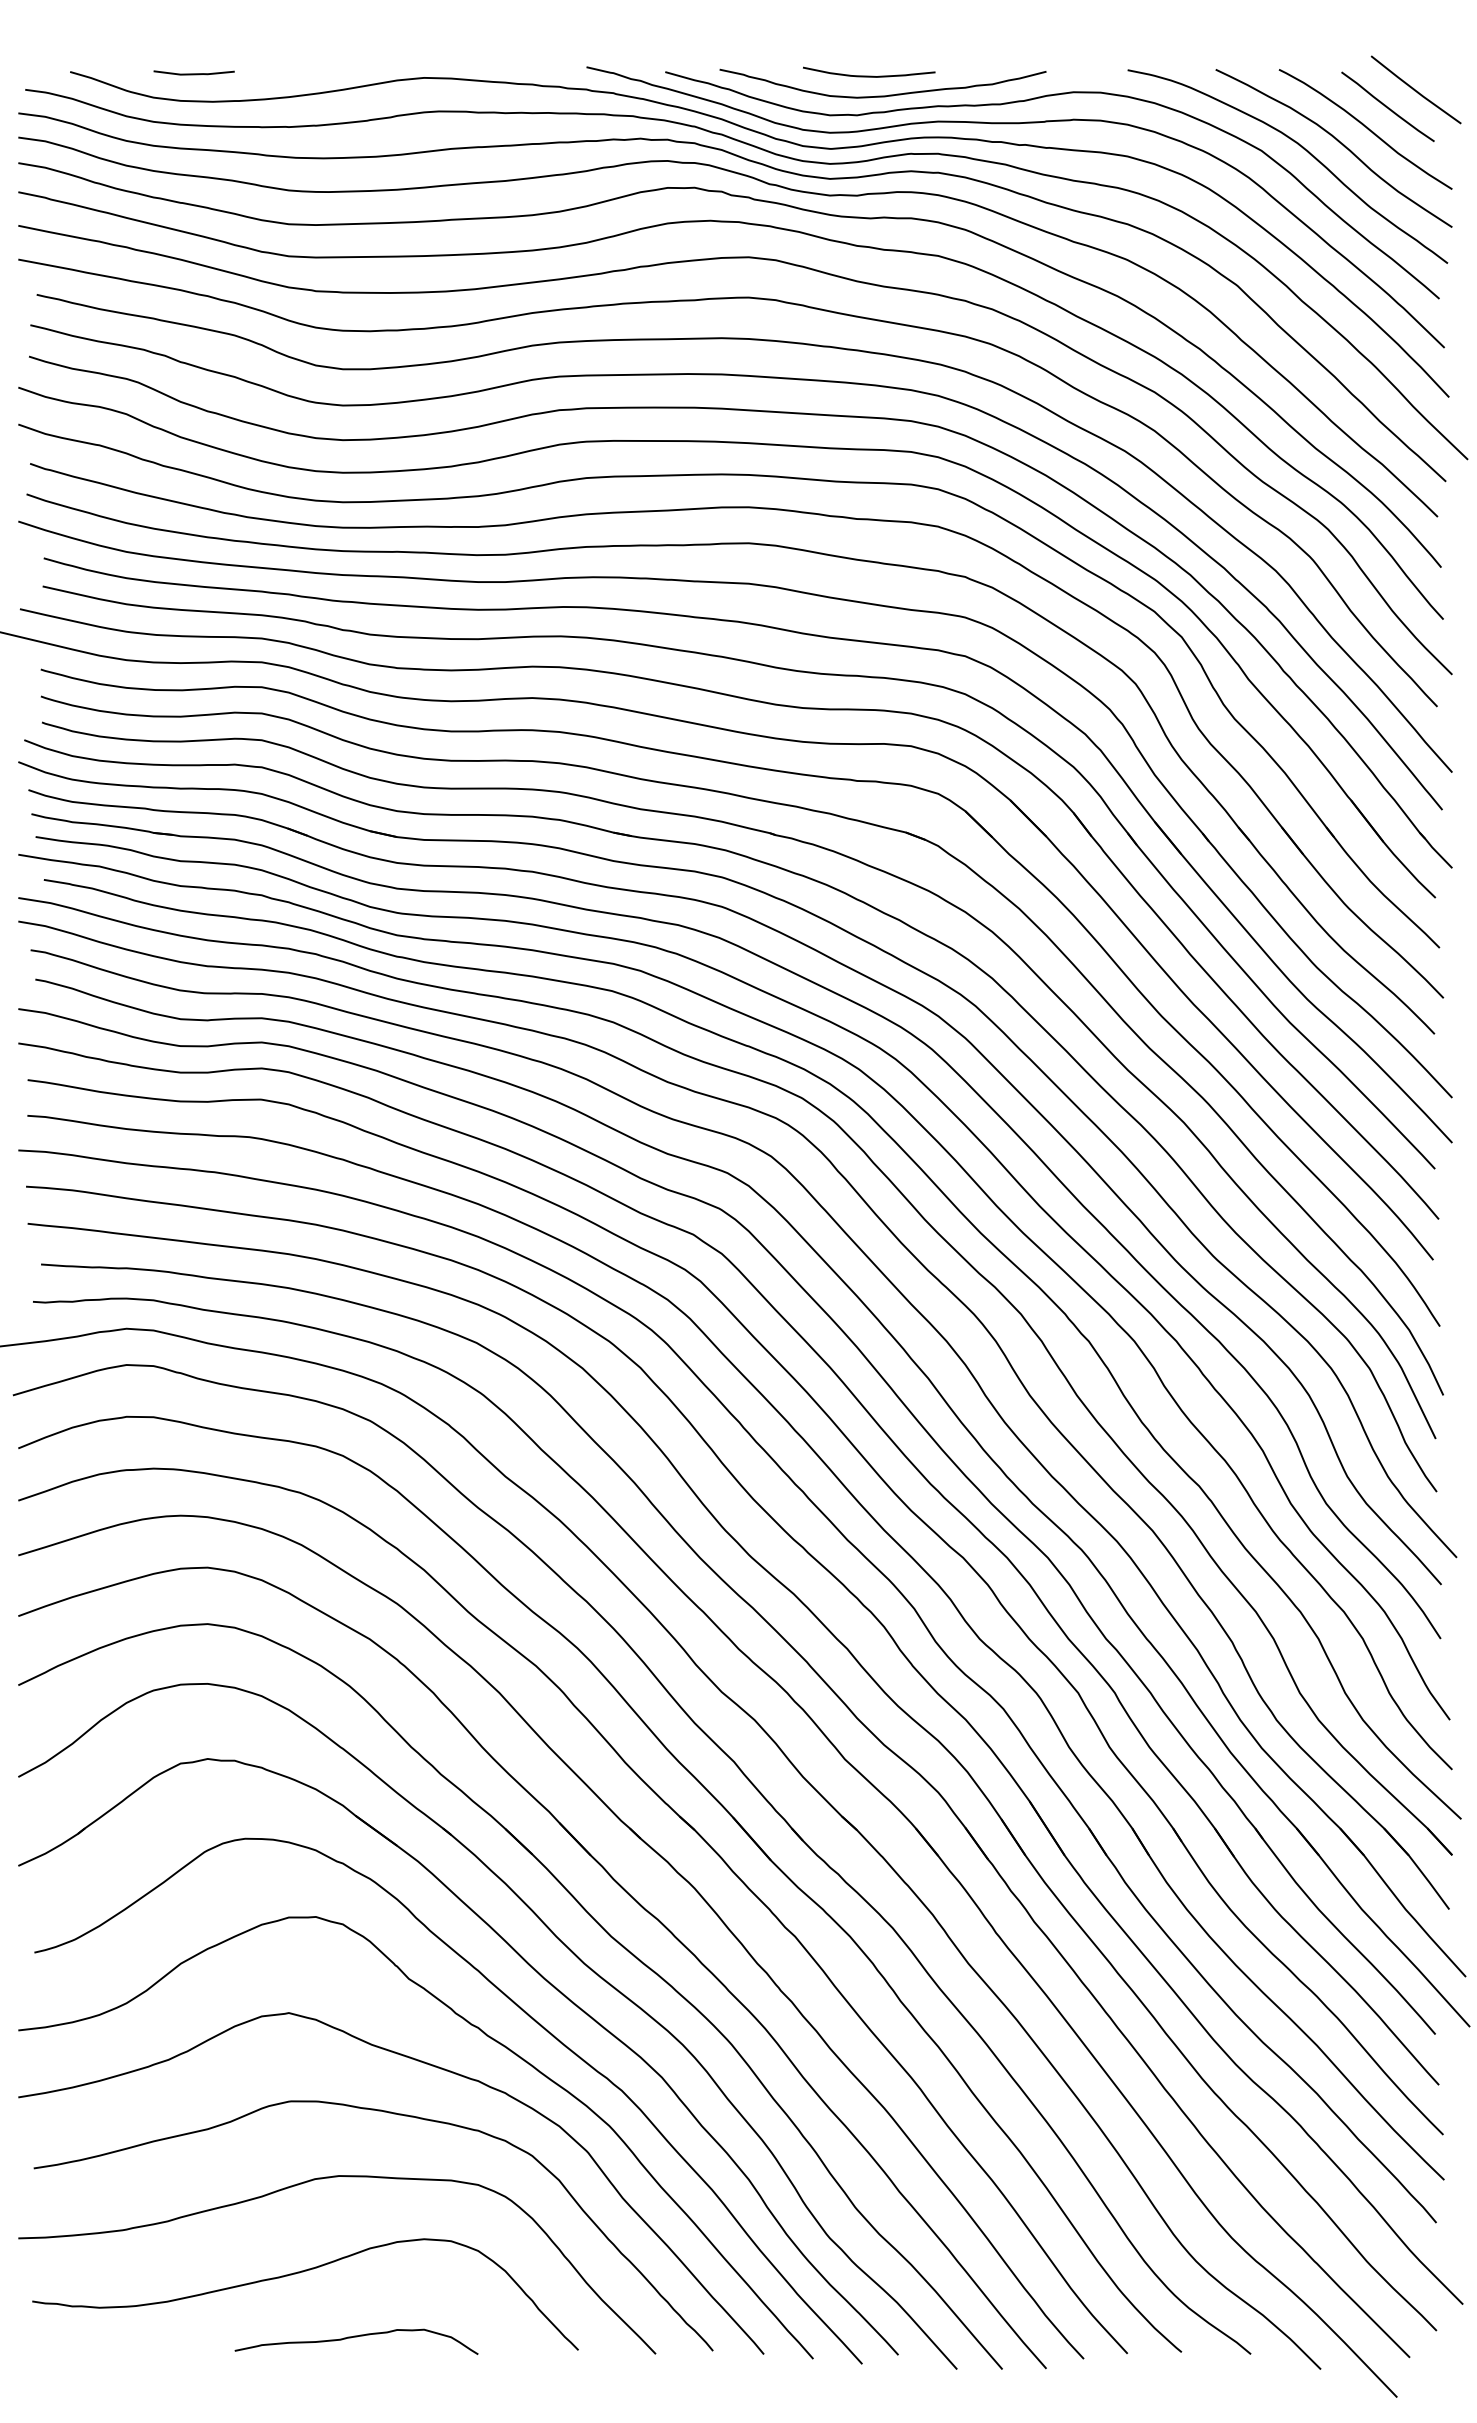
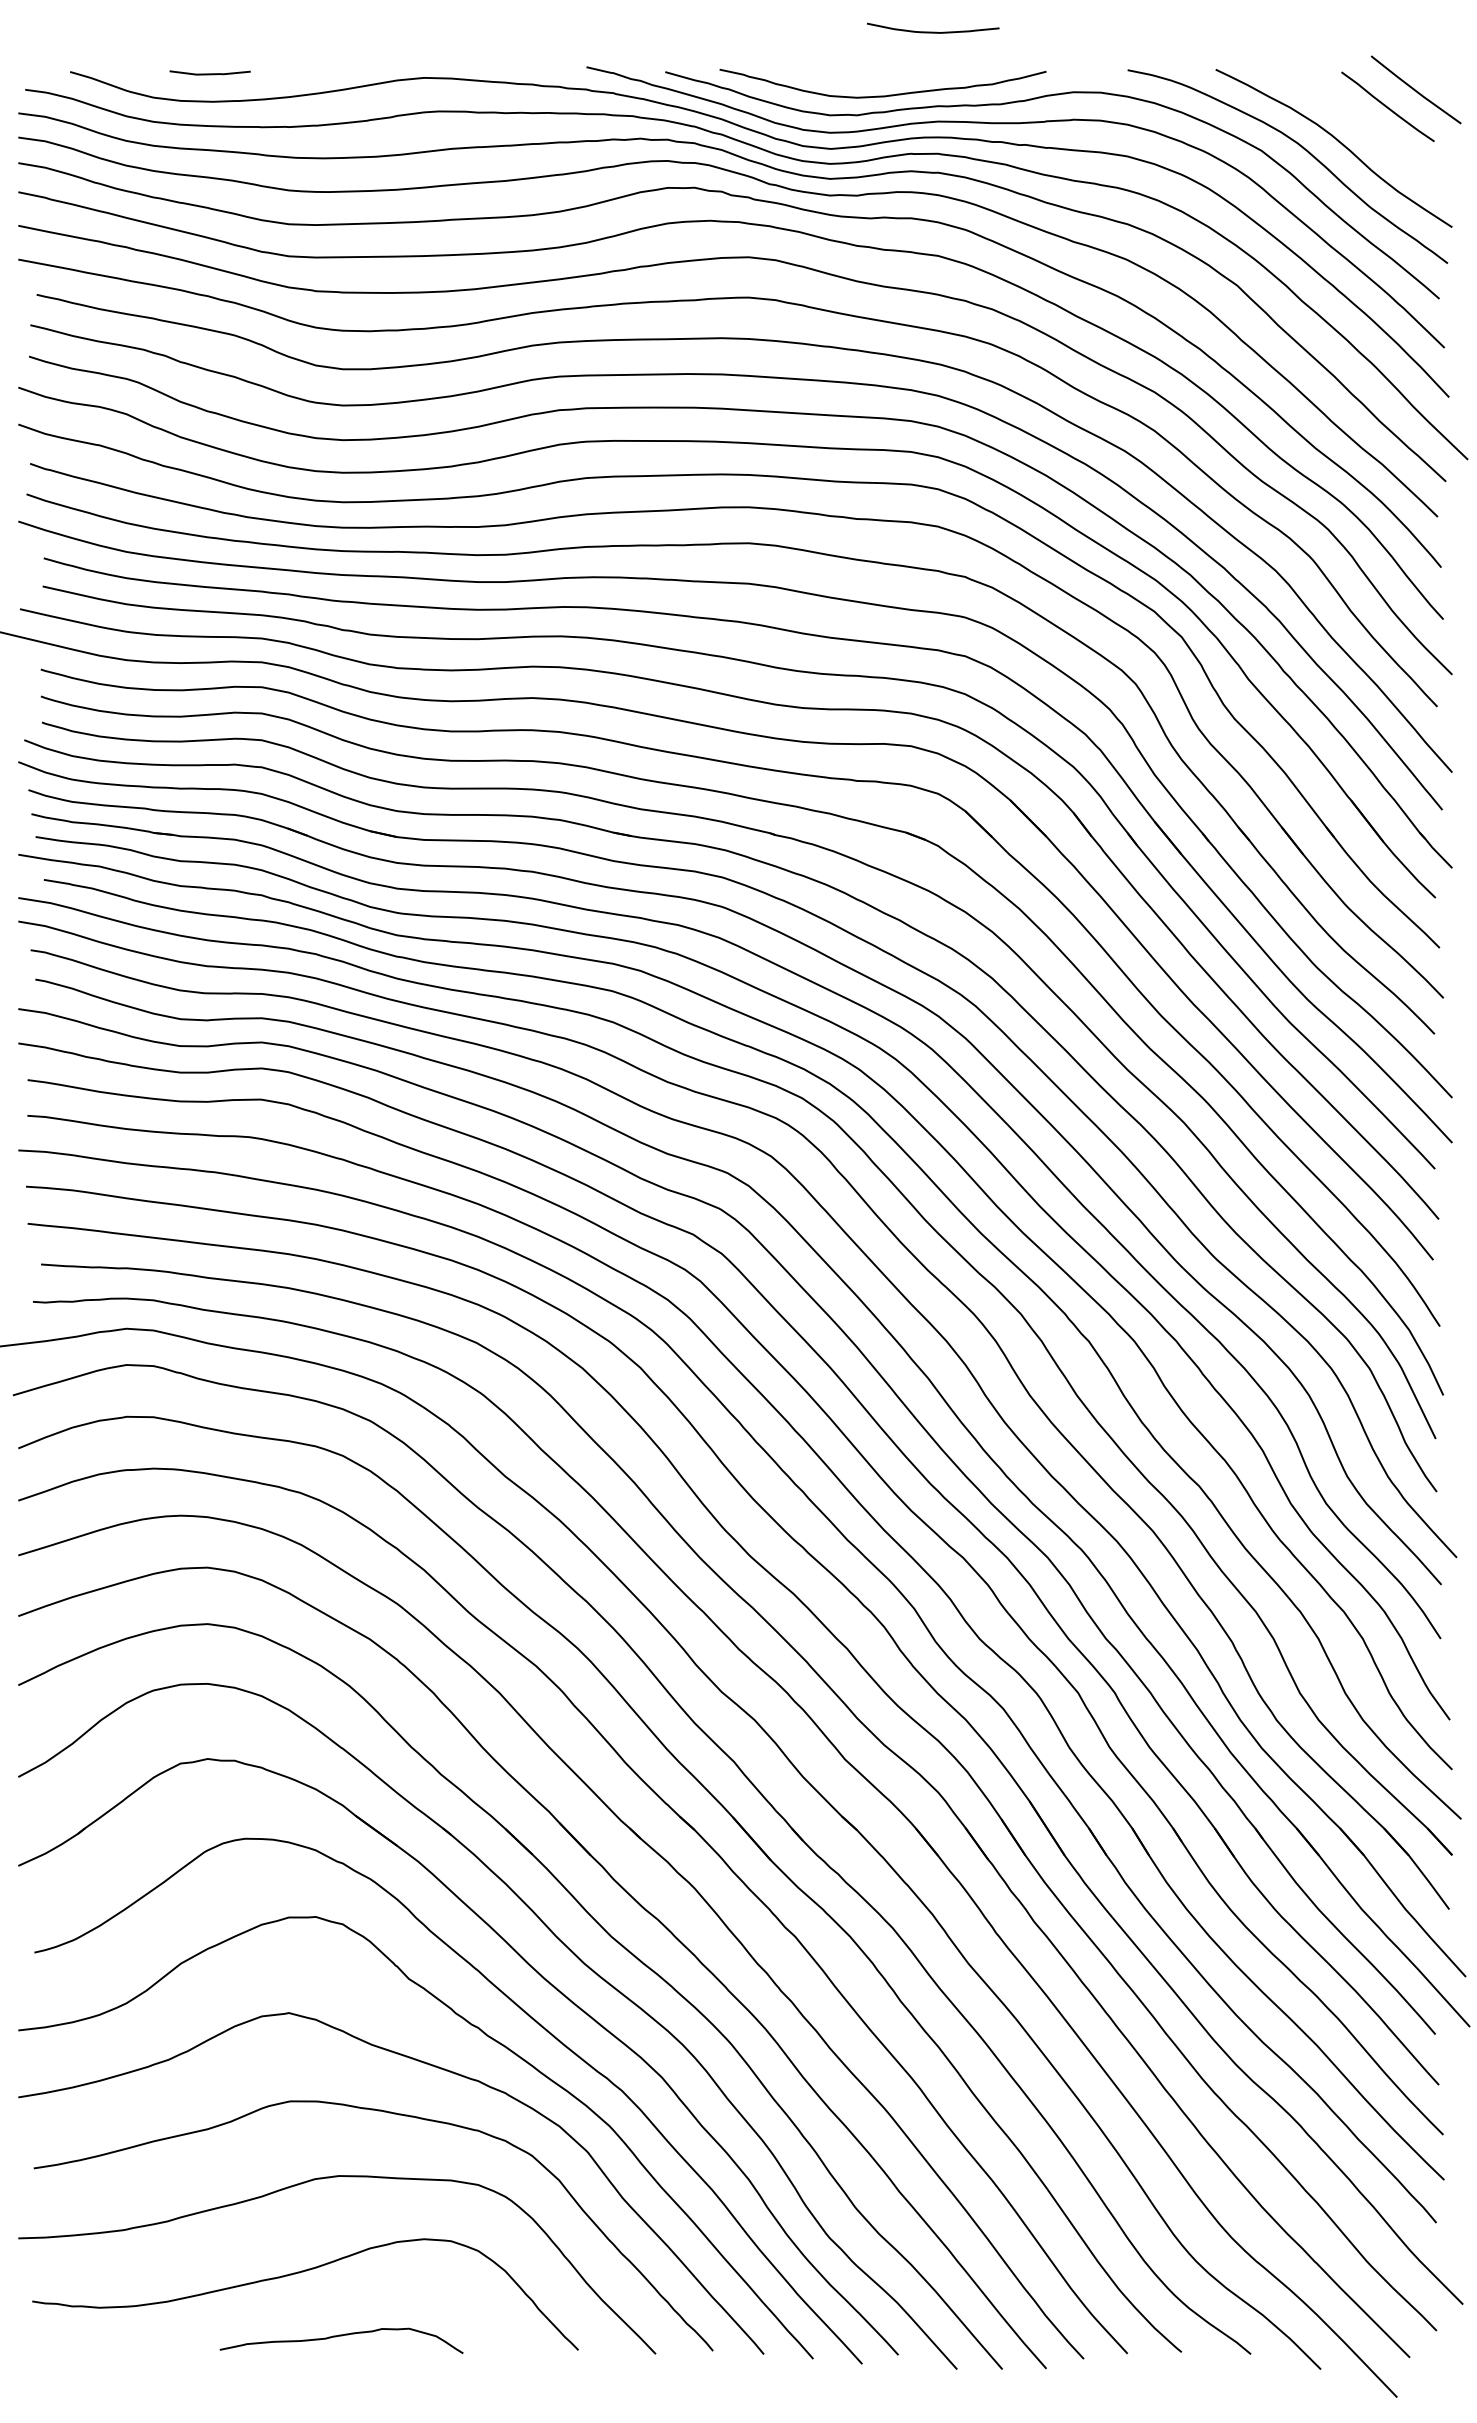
line at (193, 73) position: (193, 73) -> (209, 73)
curve at (869, 75) position: (869, 75) -> (933, 31)
curve at (1366, 128): present -> none
curve at (356, 2337) position: (356, 2337) -> (341, 2336)
